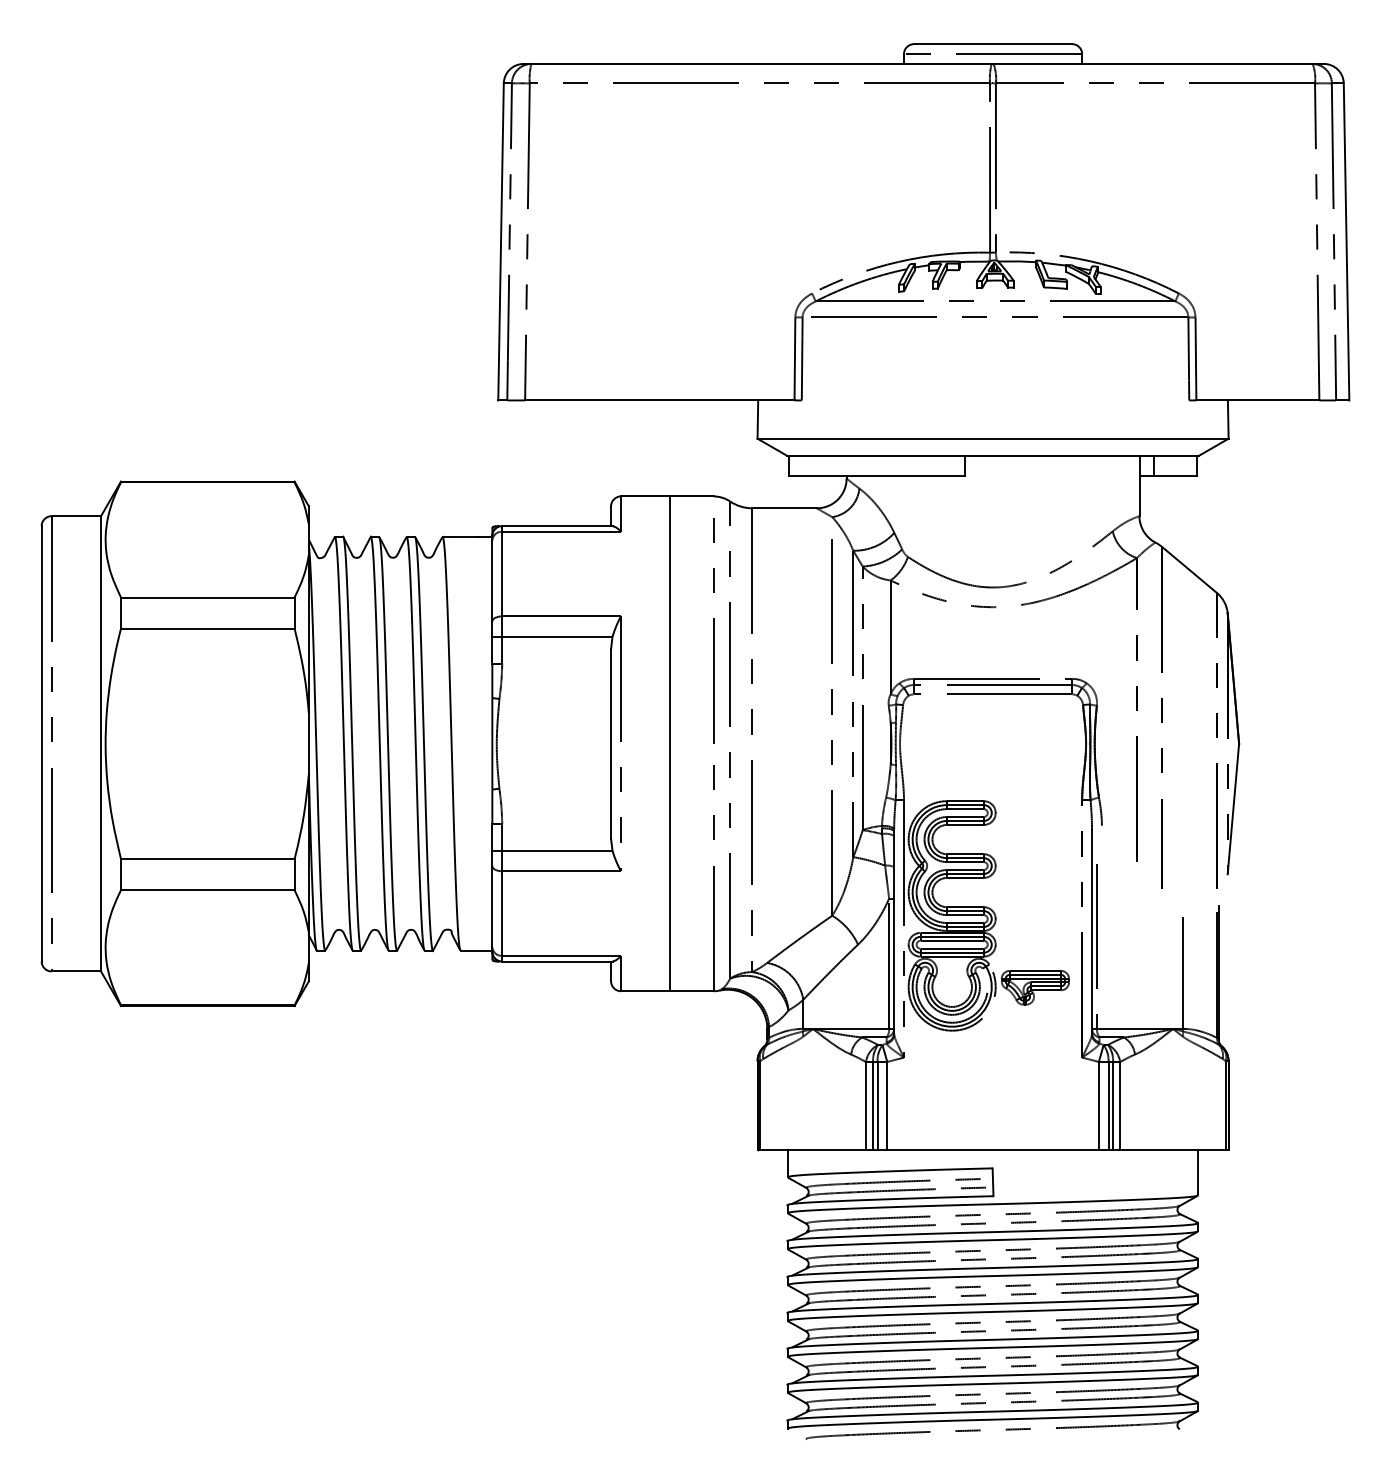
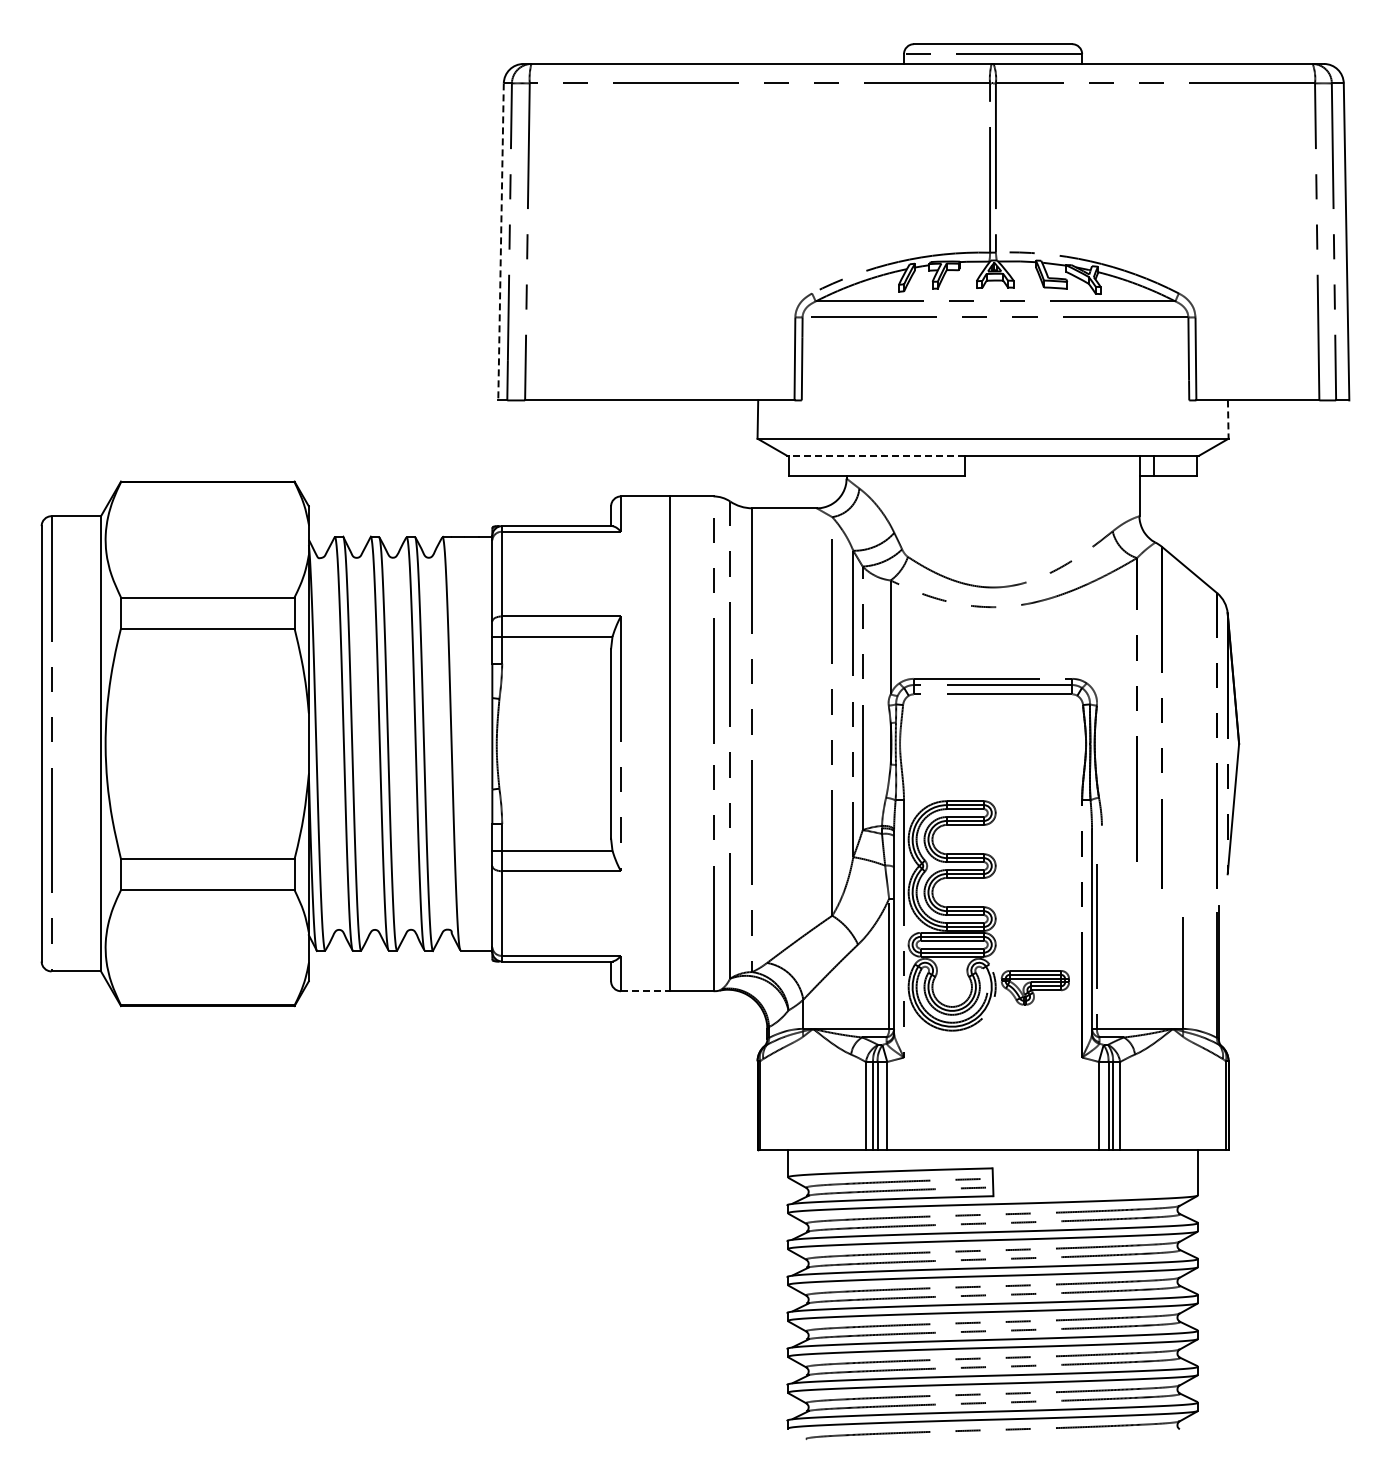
line at (501, 241): solid -> dashed
line at (1228, 420): solid -> dashed
line at (876, 455): solid -> dashed
line at (645, 991): solid -> dashed
